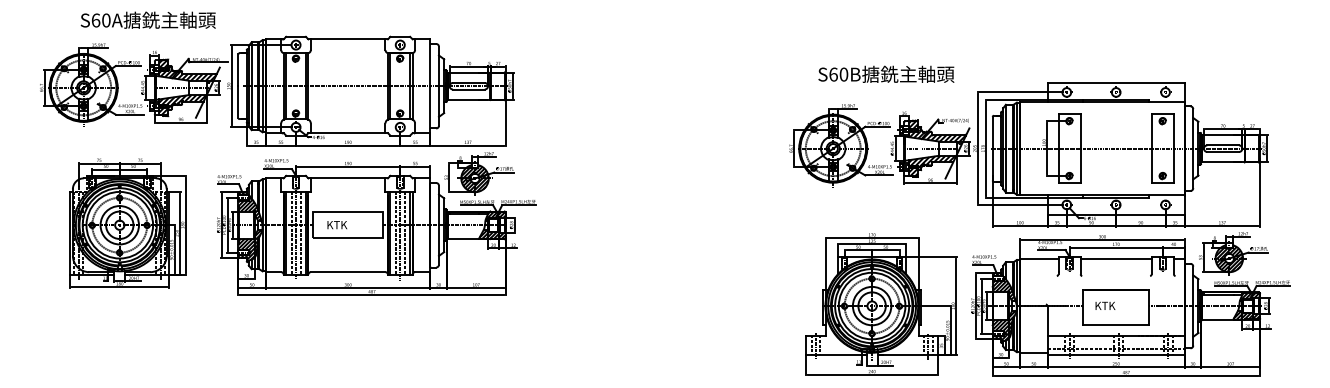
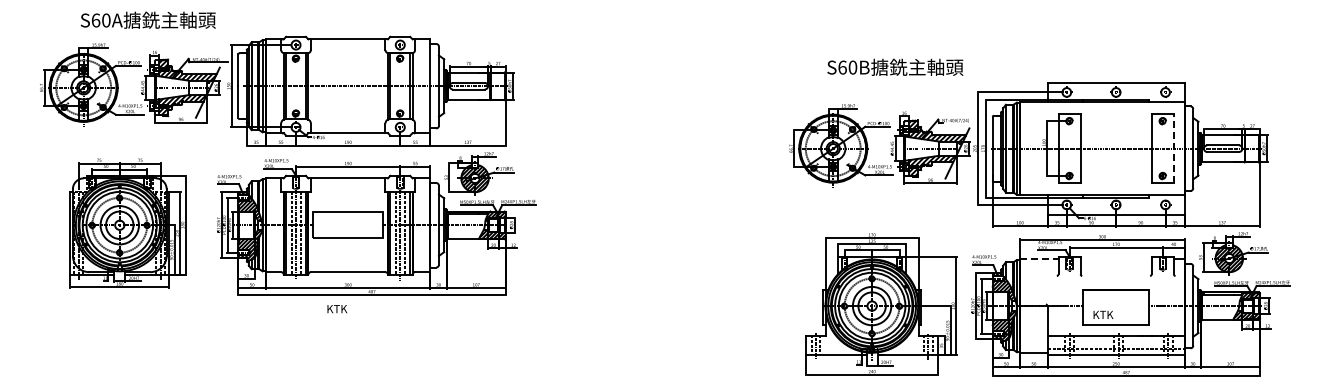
text at (886, 73) position: (886, 73) -> (895, 66)
line at (1173, 148): solid -> dashed
text at (337, 225) position: (337, 225) -> (337, 309)
line at (1039, 259): solid -> dashed
line at (1115, 259): present -> none
text at (1105, 305) position: (1105, 305) -> (1103, 314)
